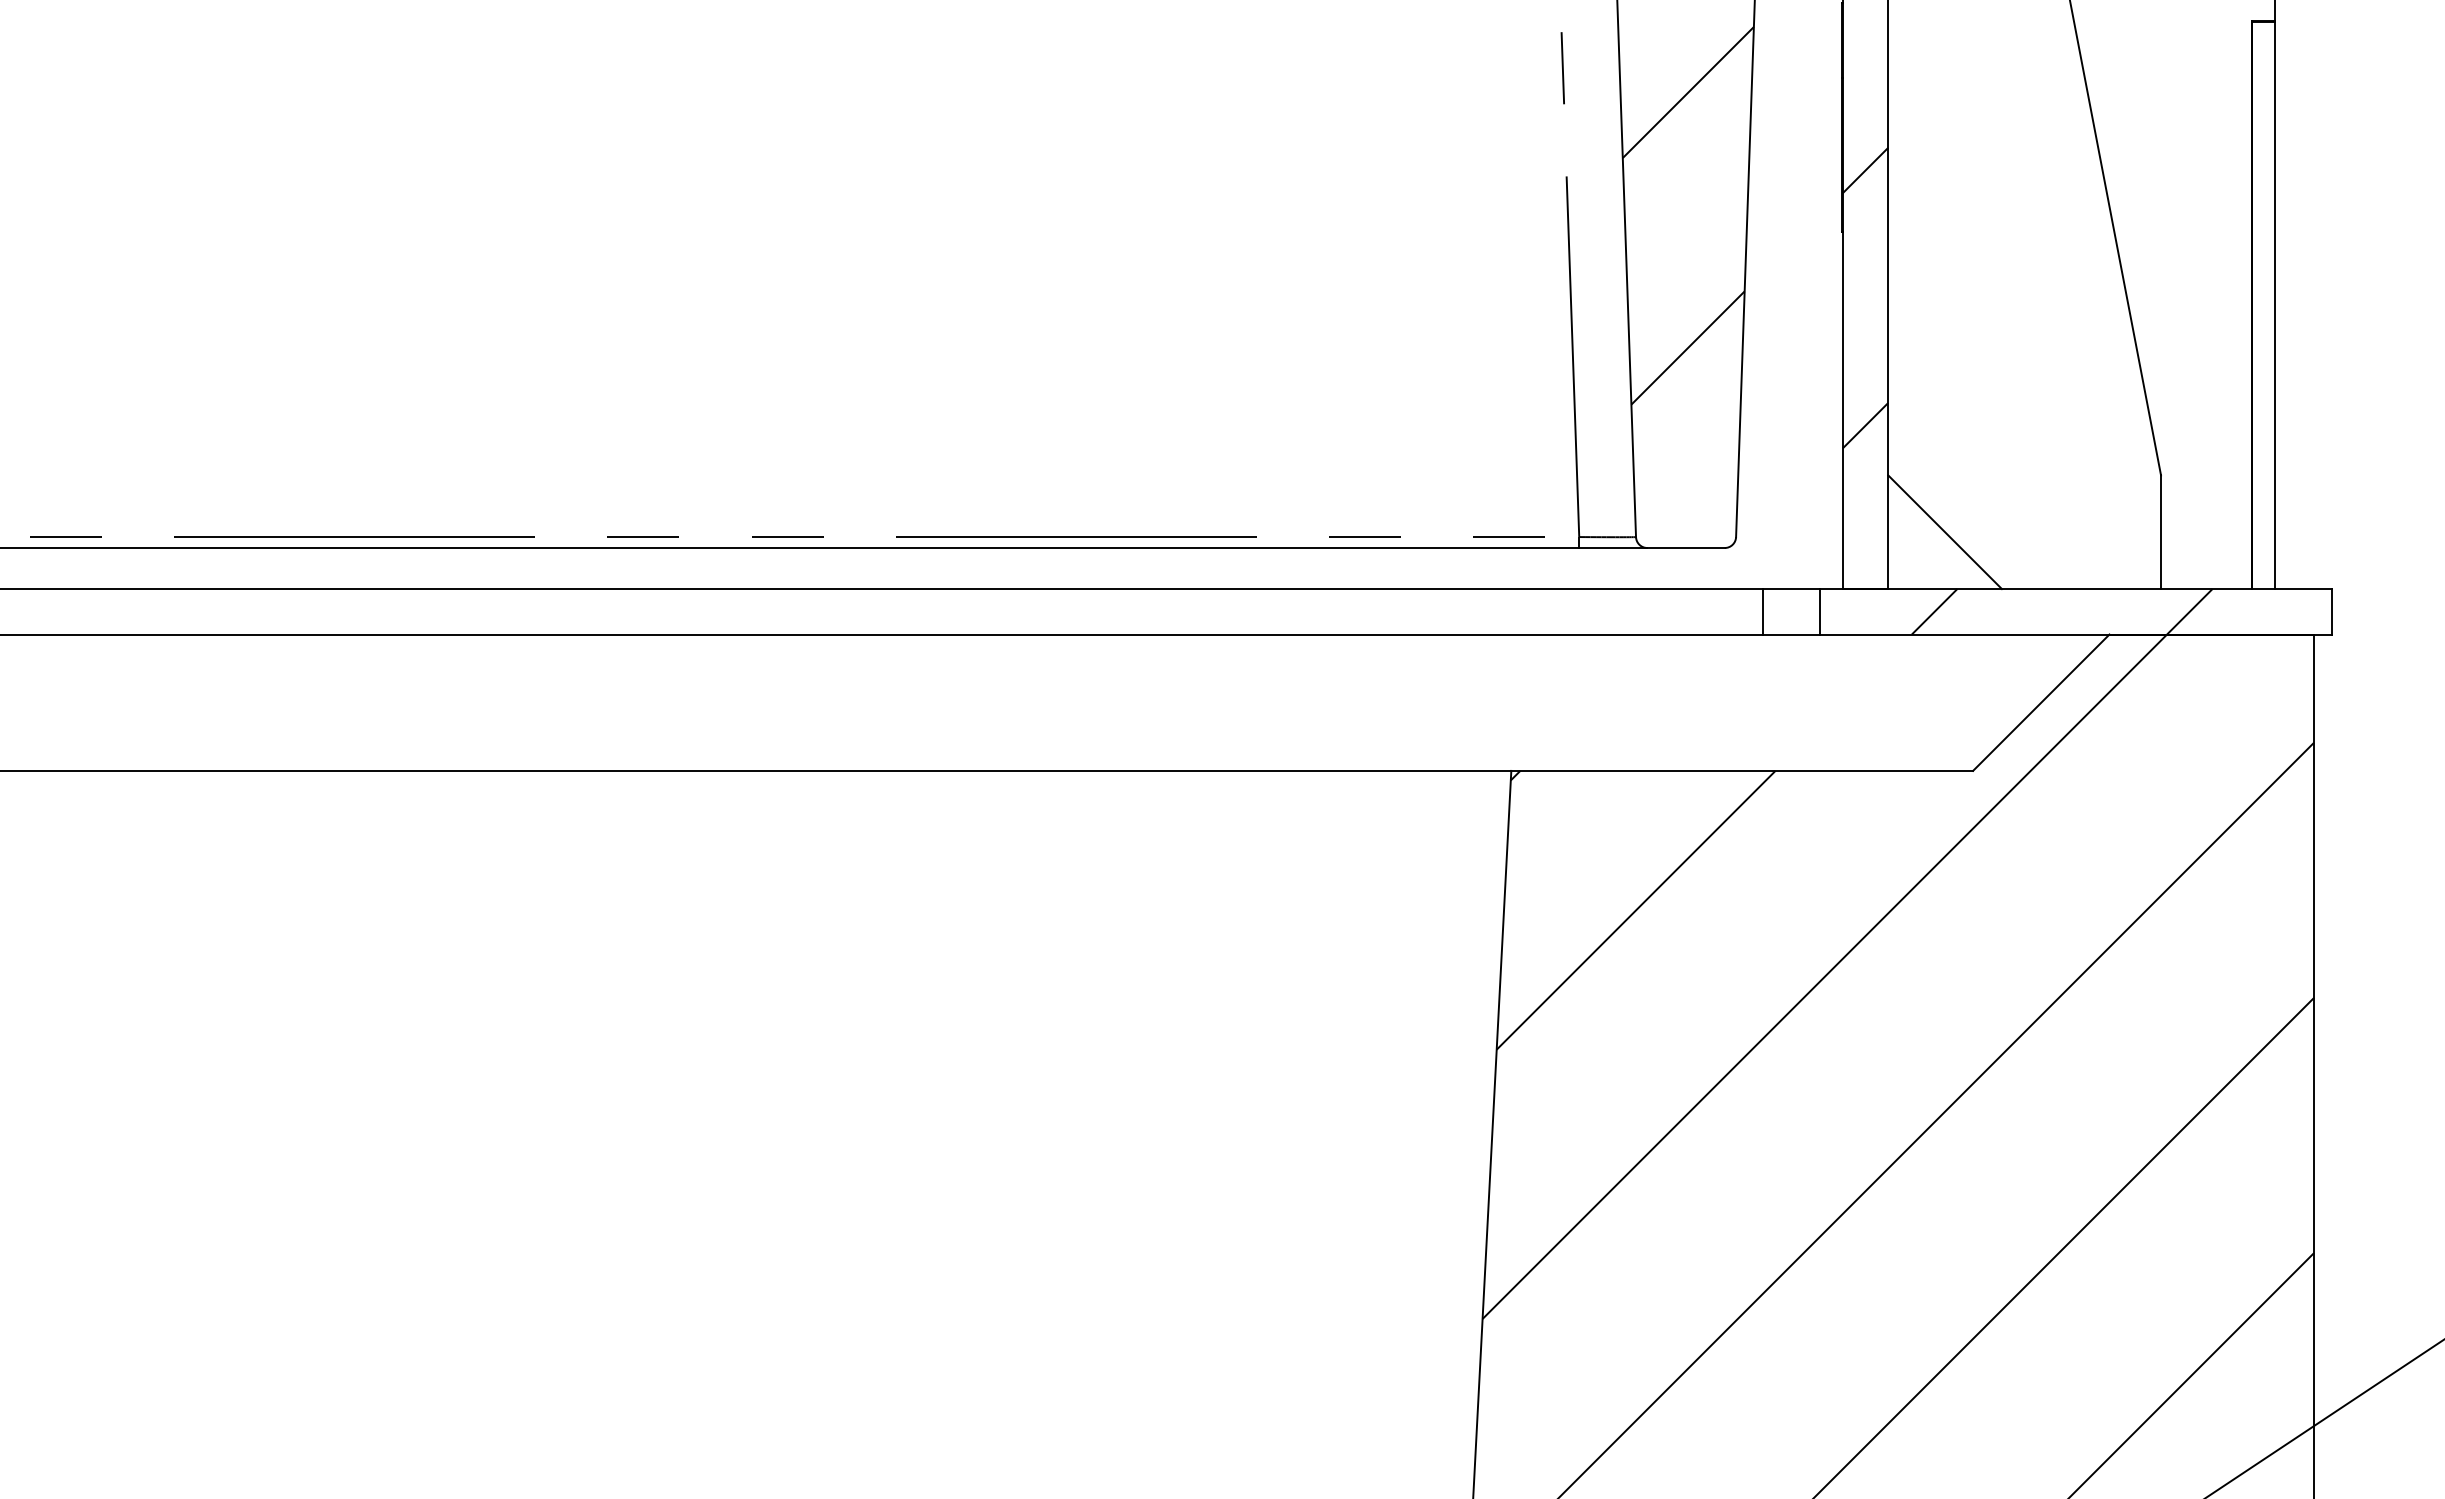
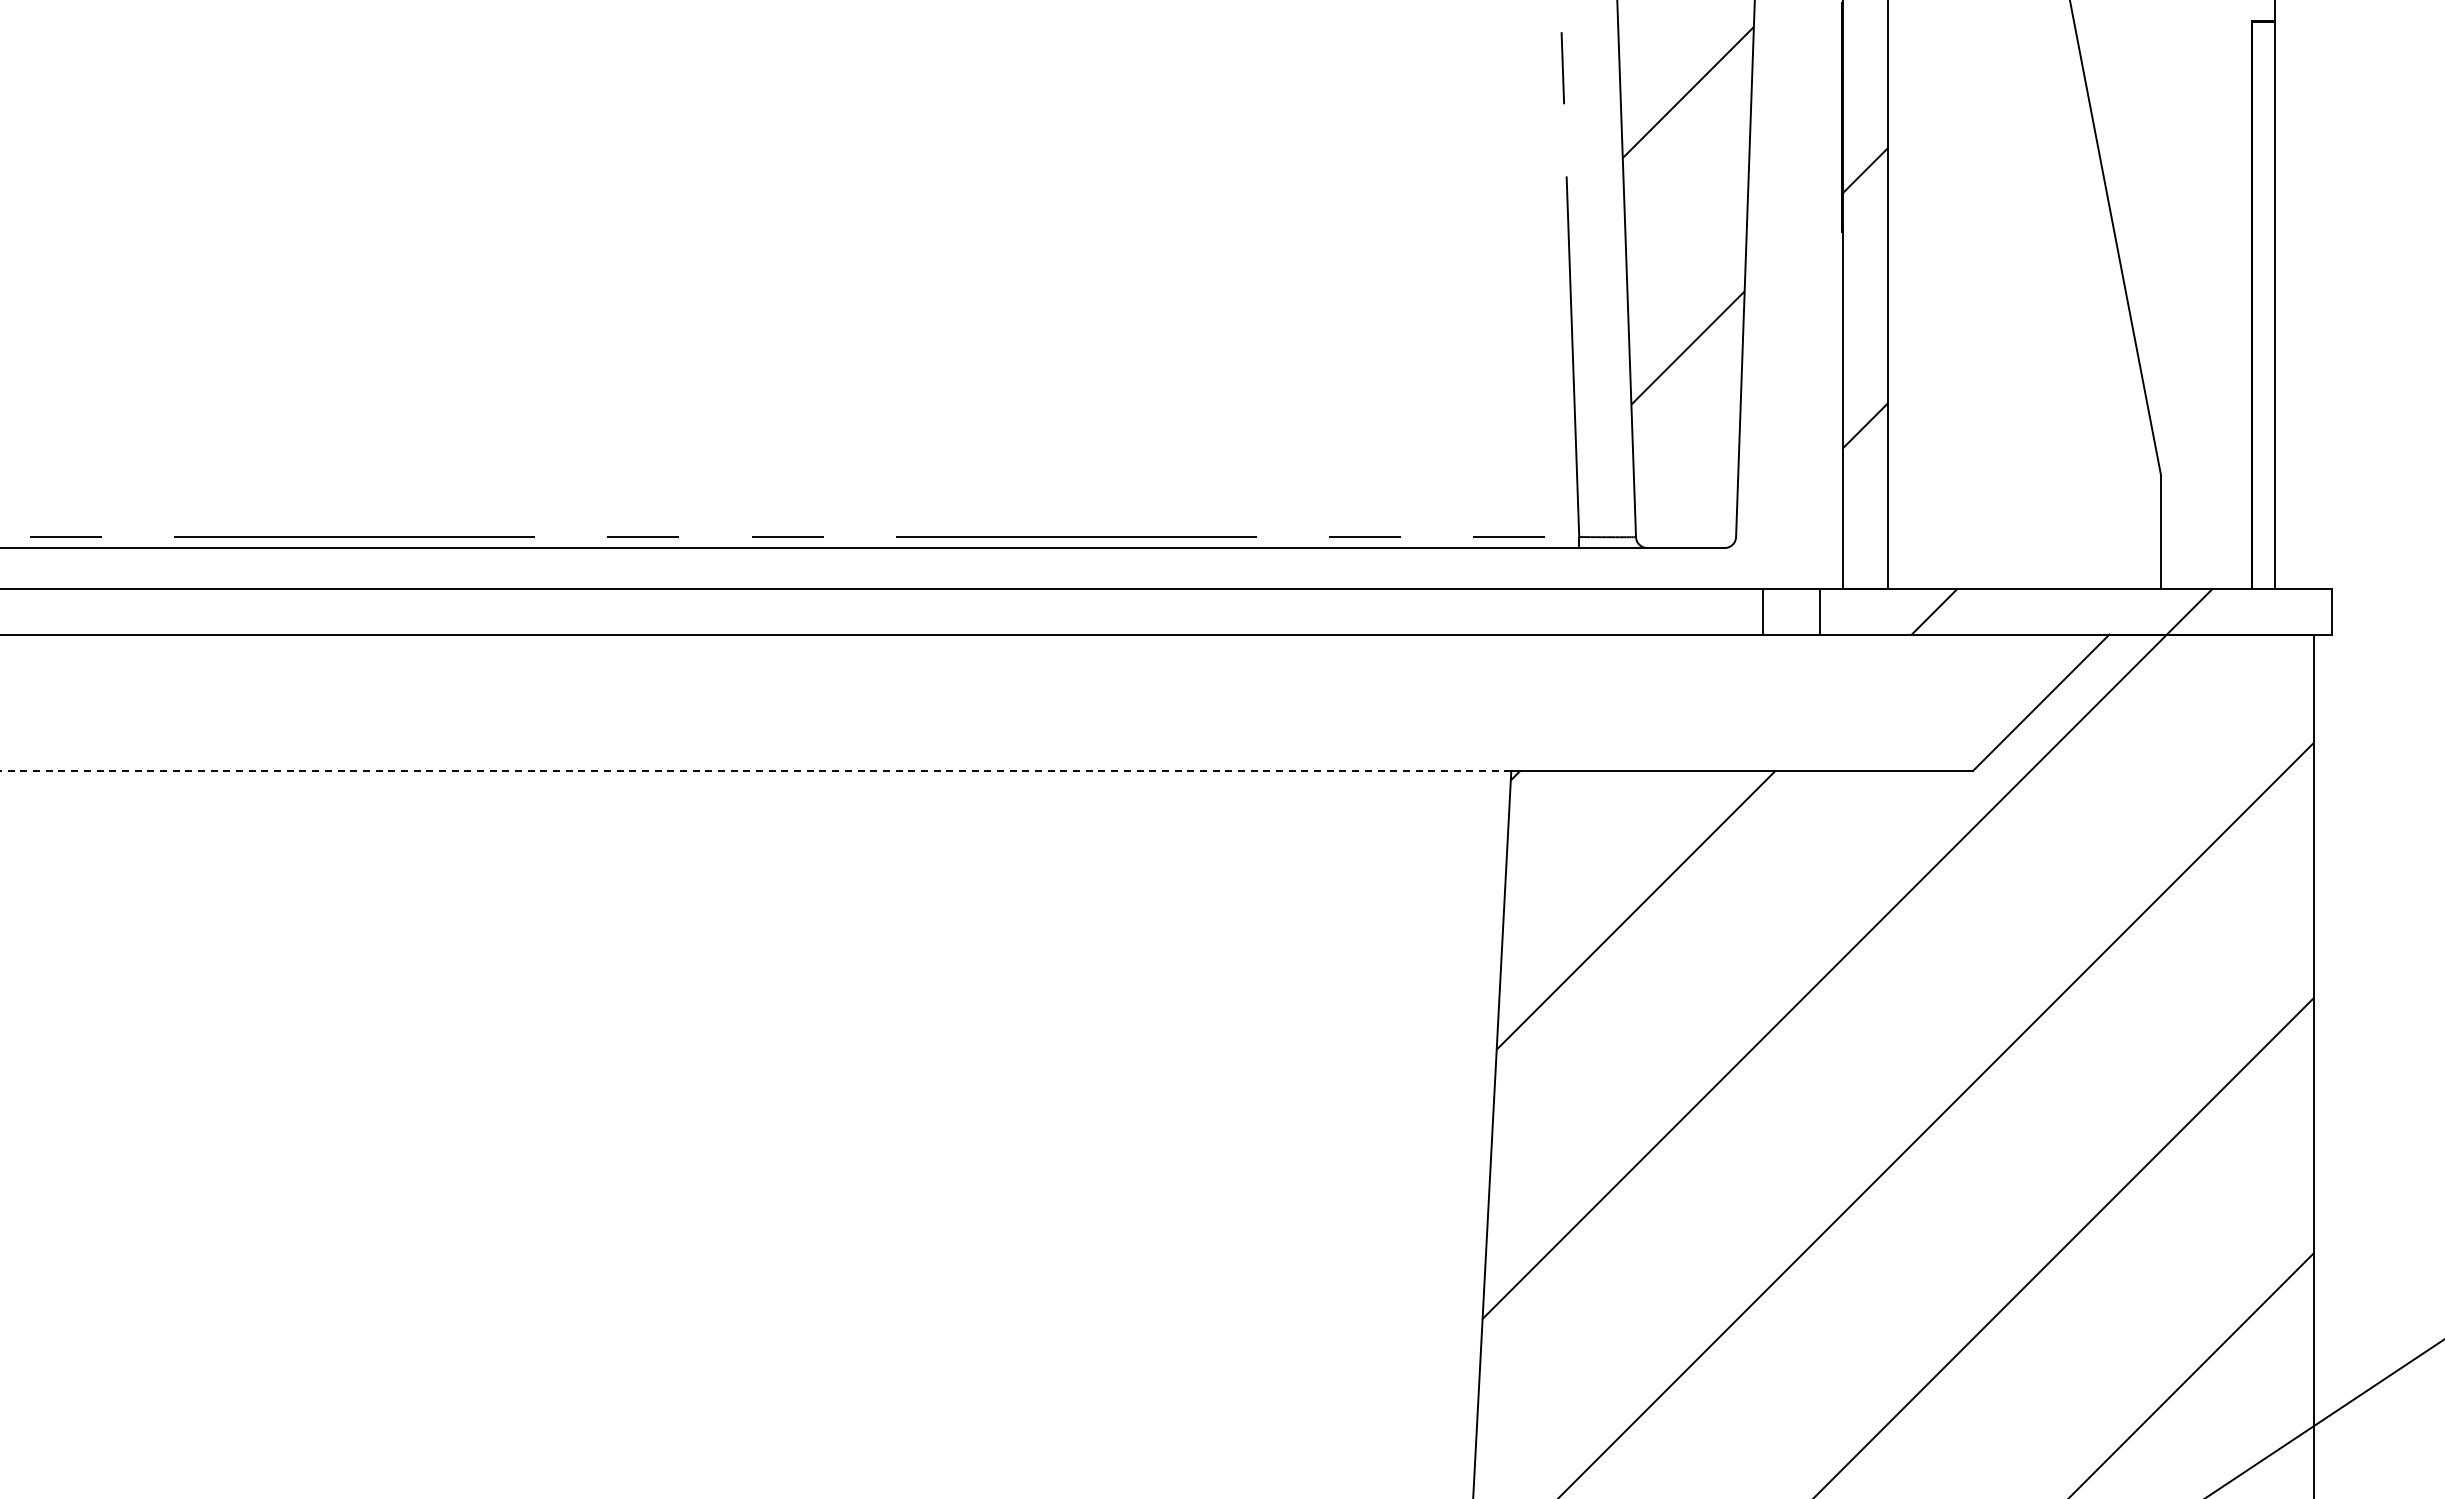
line at (1944, 532): present -> none
line at (755, 770): solid -> dashed
